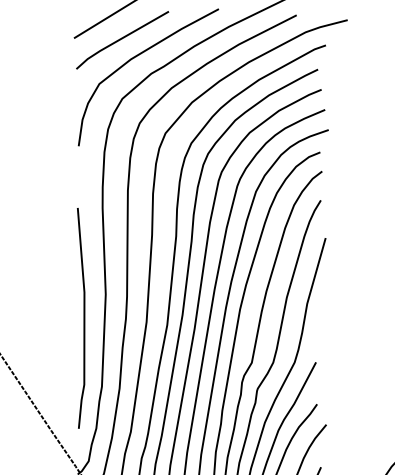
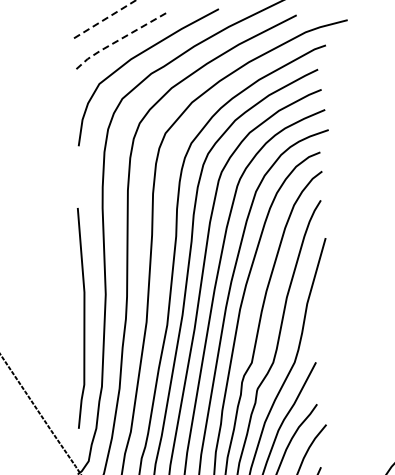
line at (105, 19): solid -> dashed
line at (120, 39): solid -> dashed
